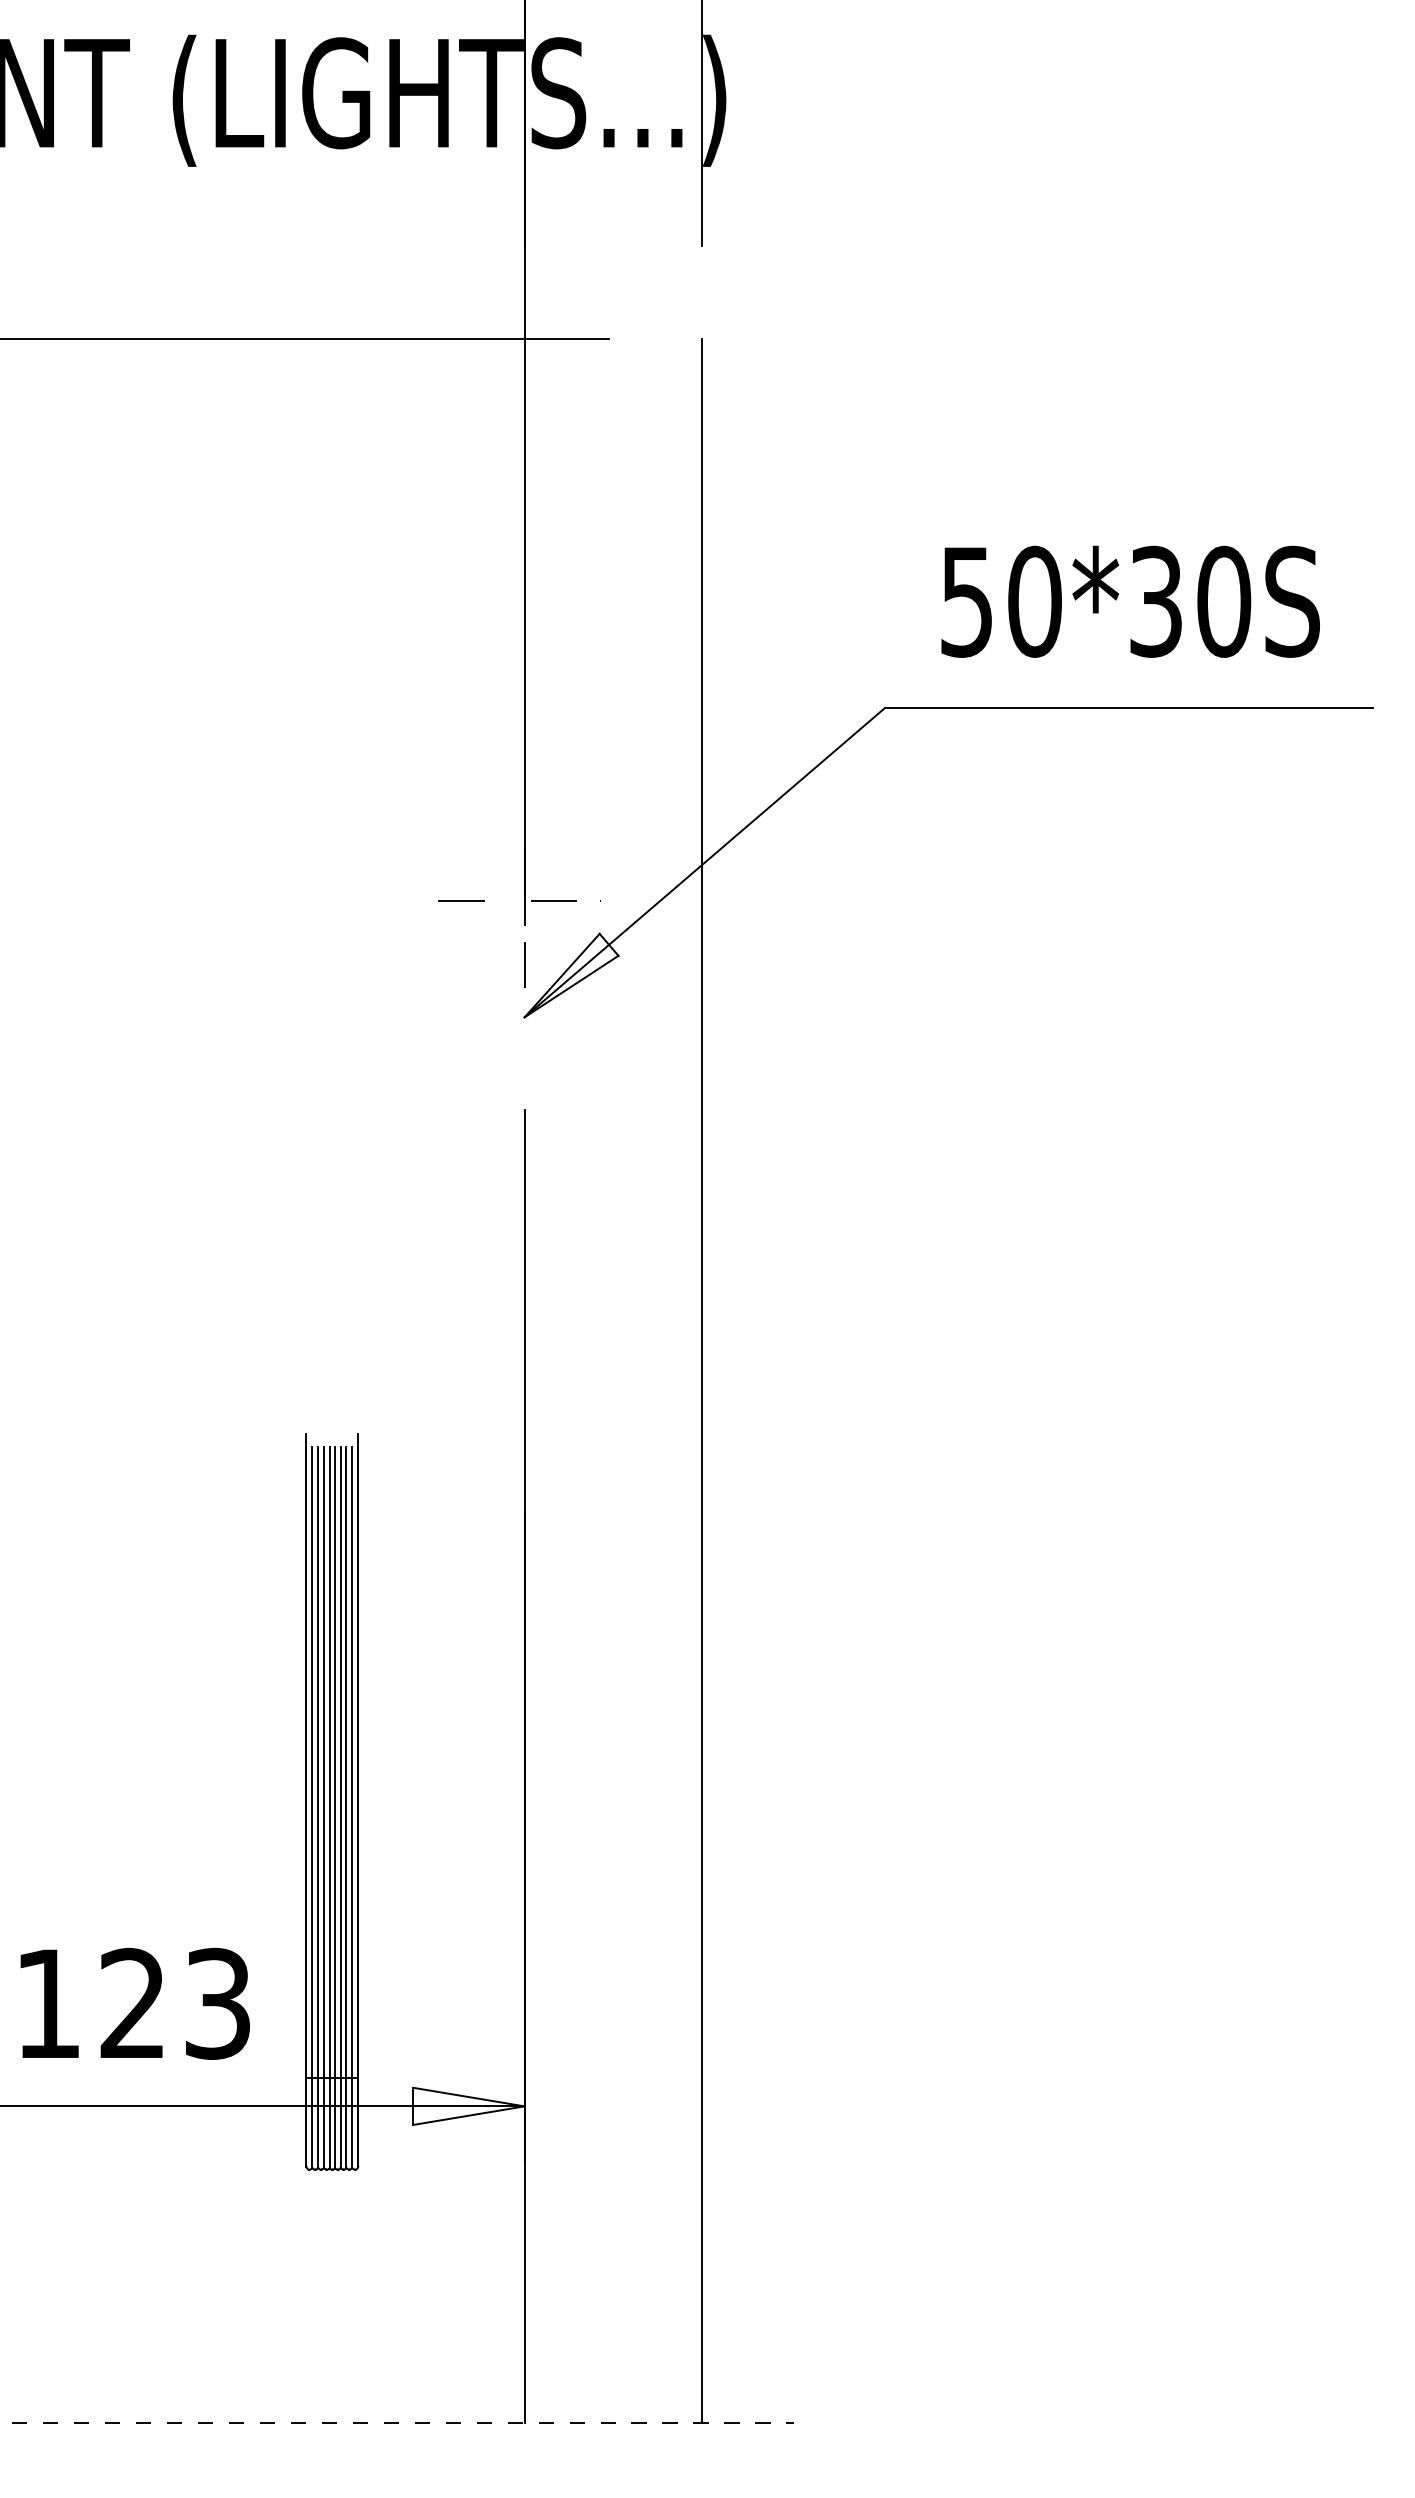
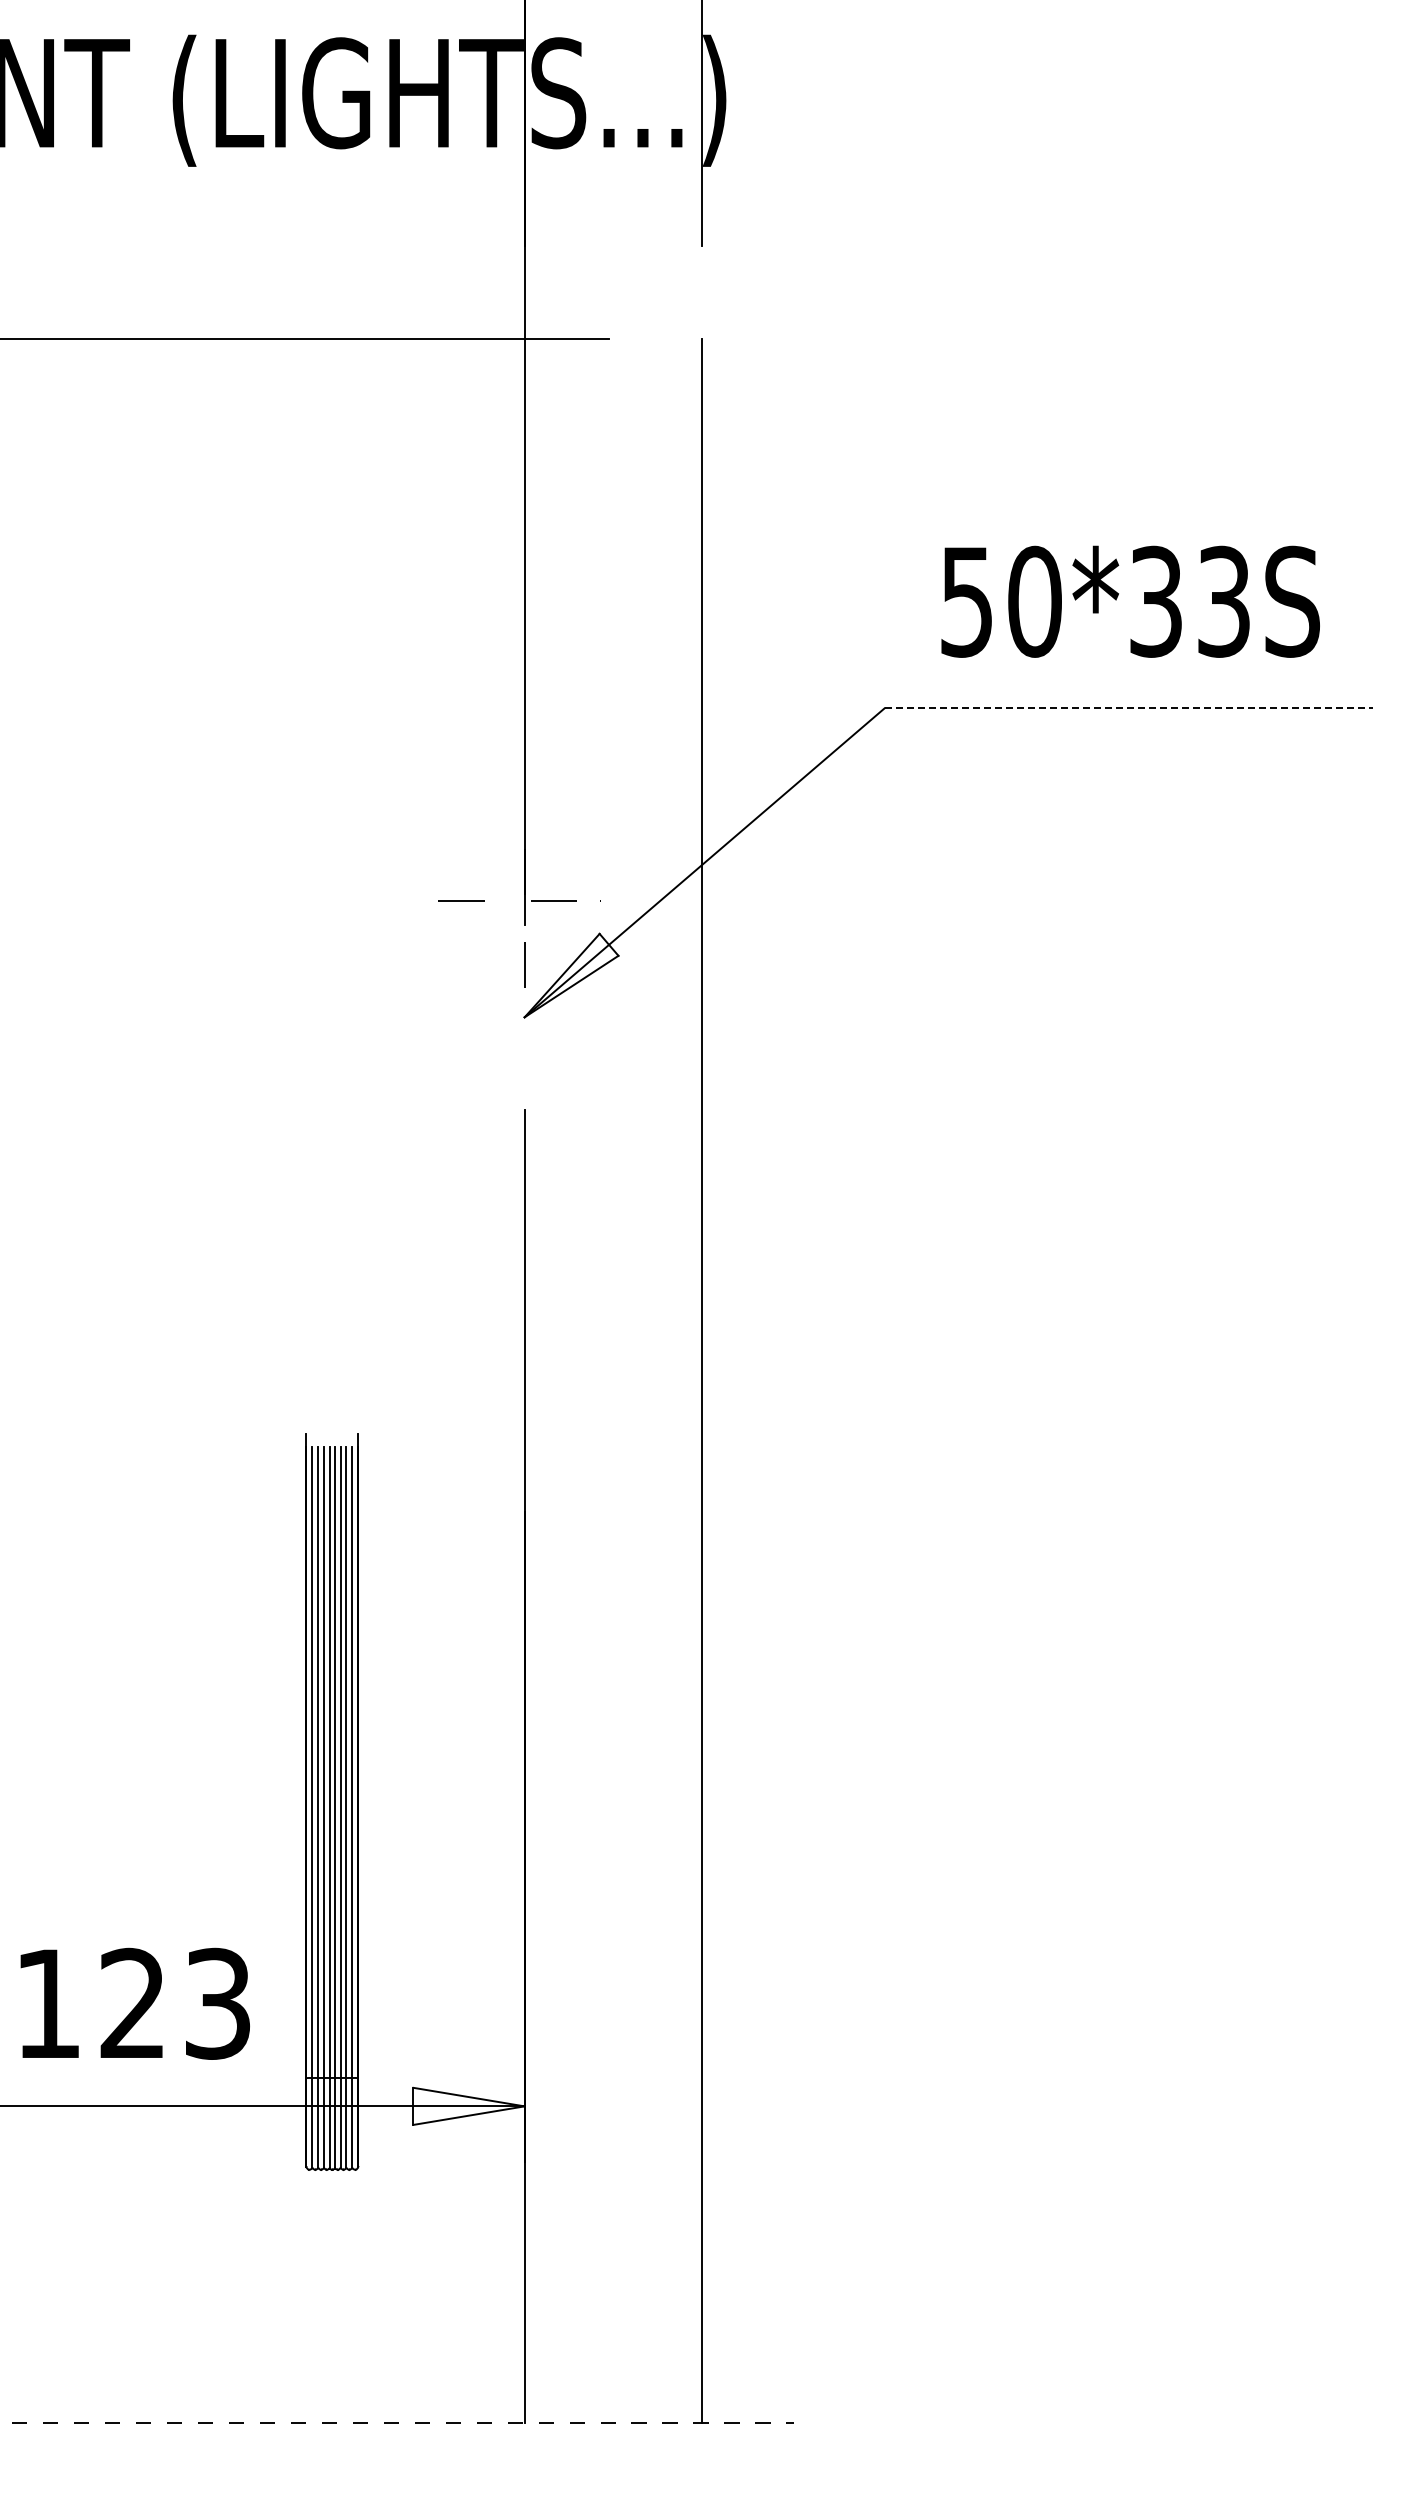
text at (1224, 601): 50*30S -> 50*33S
line at (1128, 708): solid -> dashed
